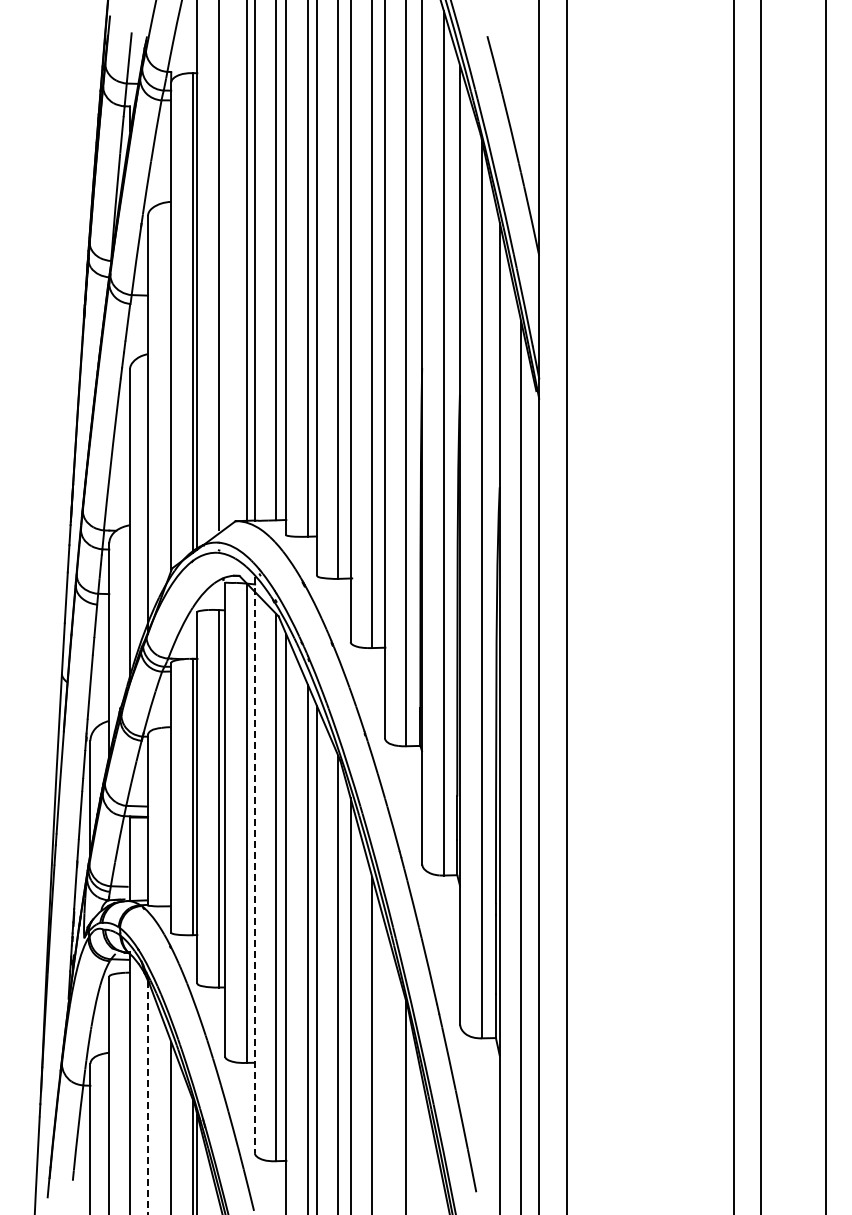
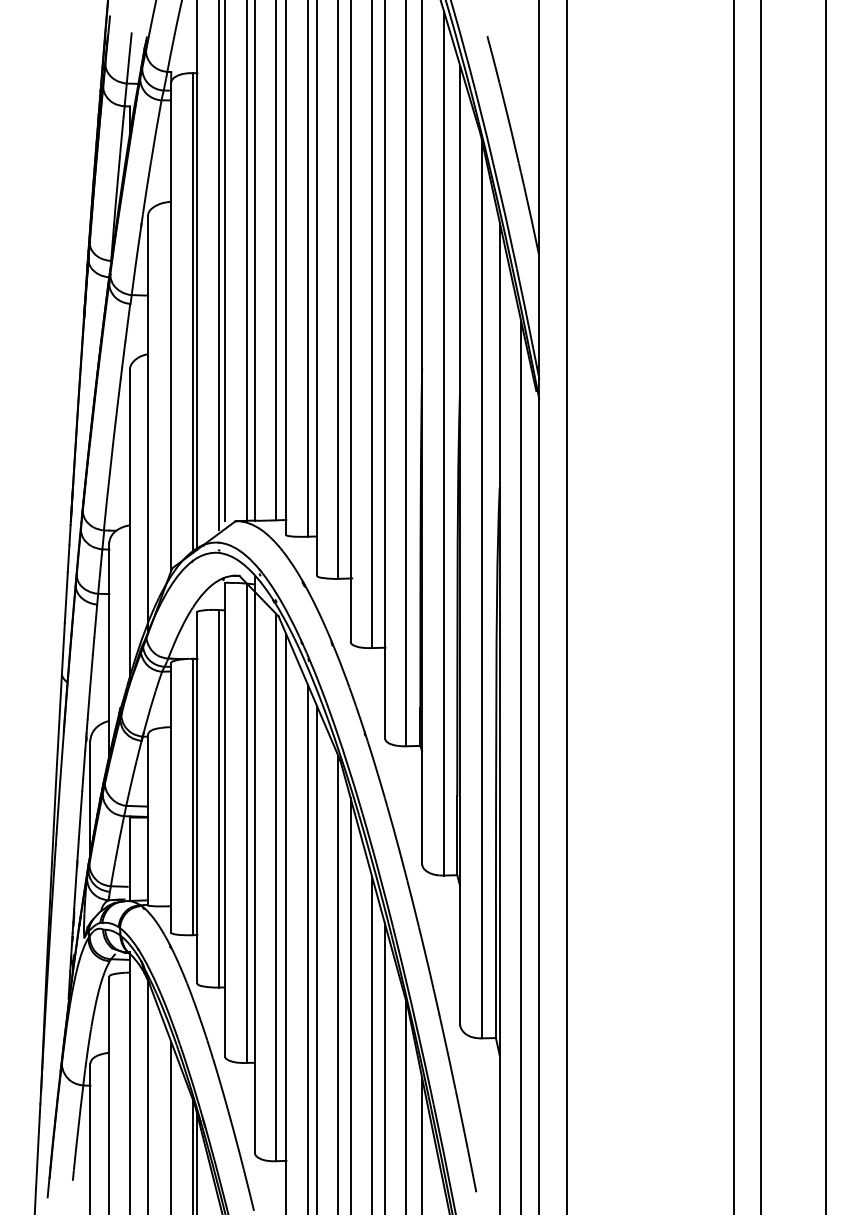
line at (225, 261): none -> present
line at (254, 865): dashed -> solid
line at (384, 1067): none -> present
line at (148, 1097): dashed -> solid
line at (422, 1144): none -> present
